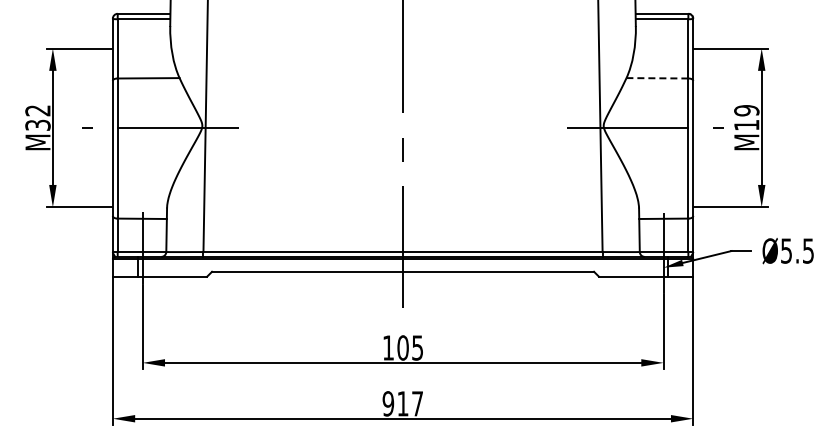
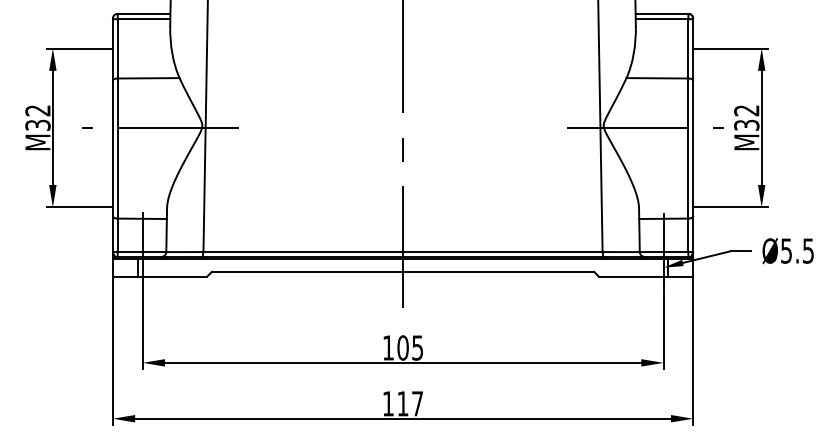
line at (657, 78): dashed -> solid
text at (746, 117): M19 -> M32
text at (388, 403): 917 -> 117
